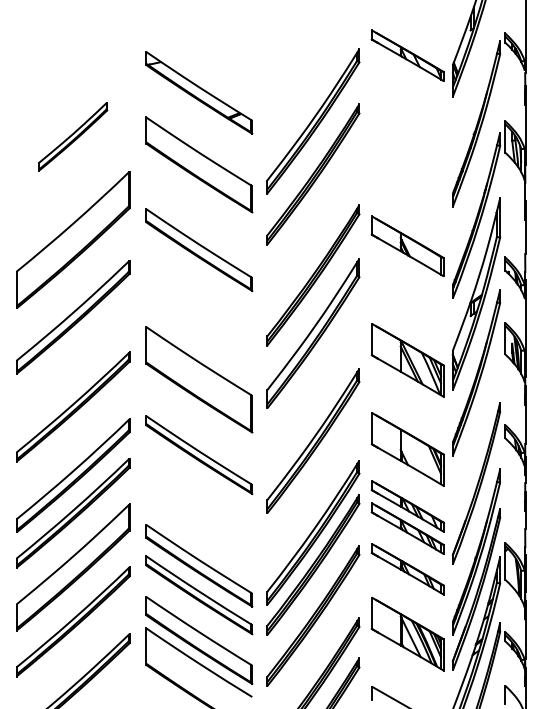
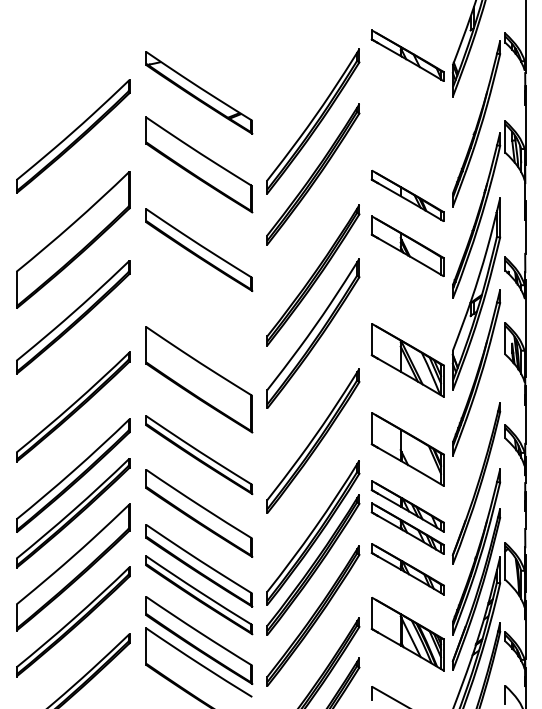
part at (73, 136) size: 71x70 px -> 115x115 px
part at (407, 195): none -> present
part at (199, 513): none -> present
